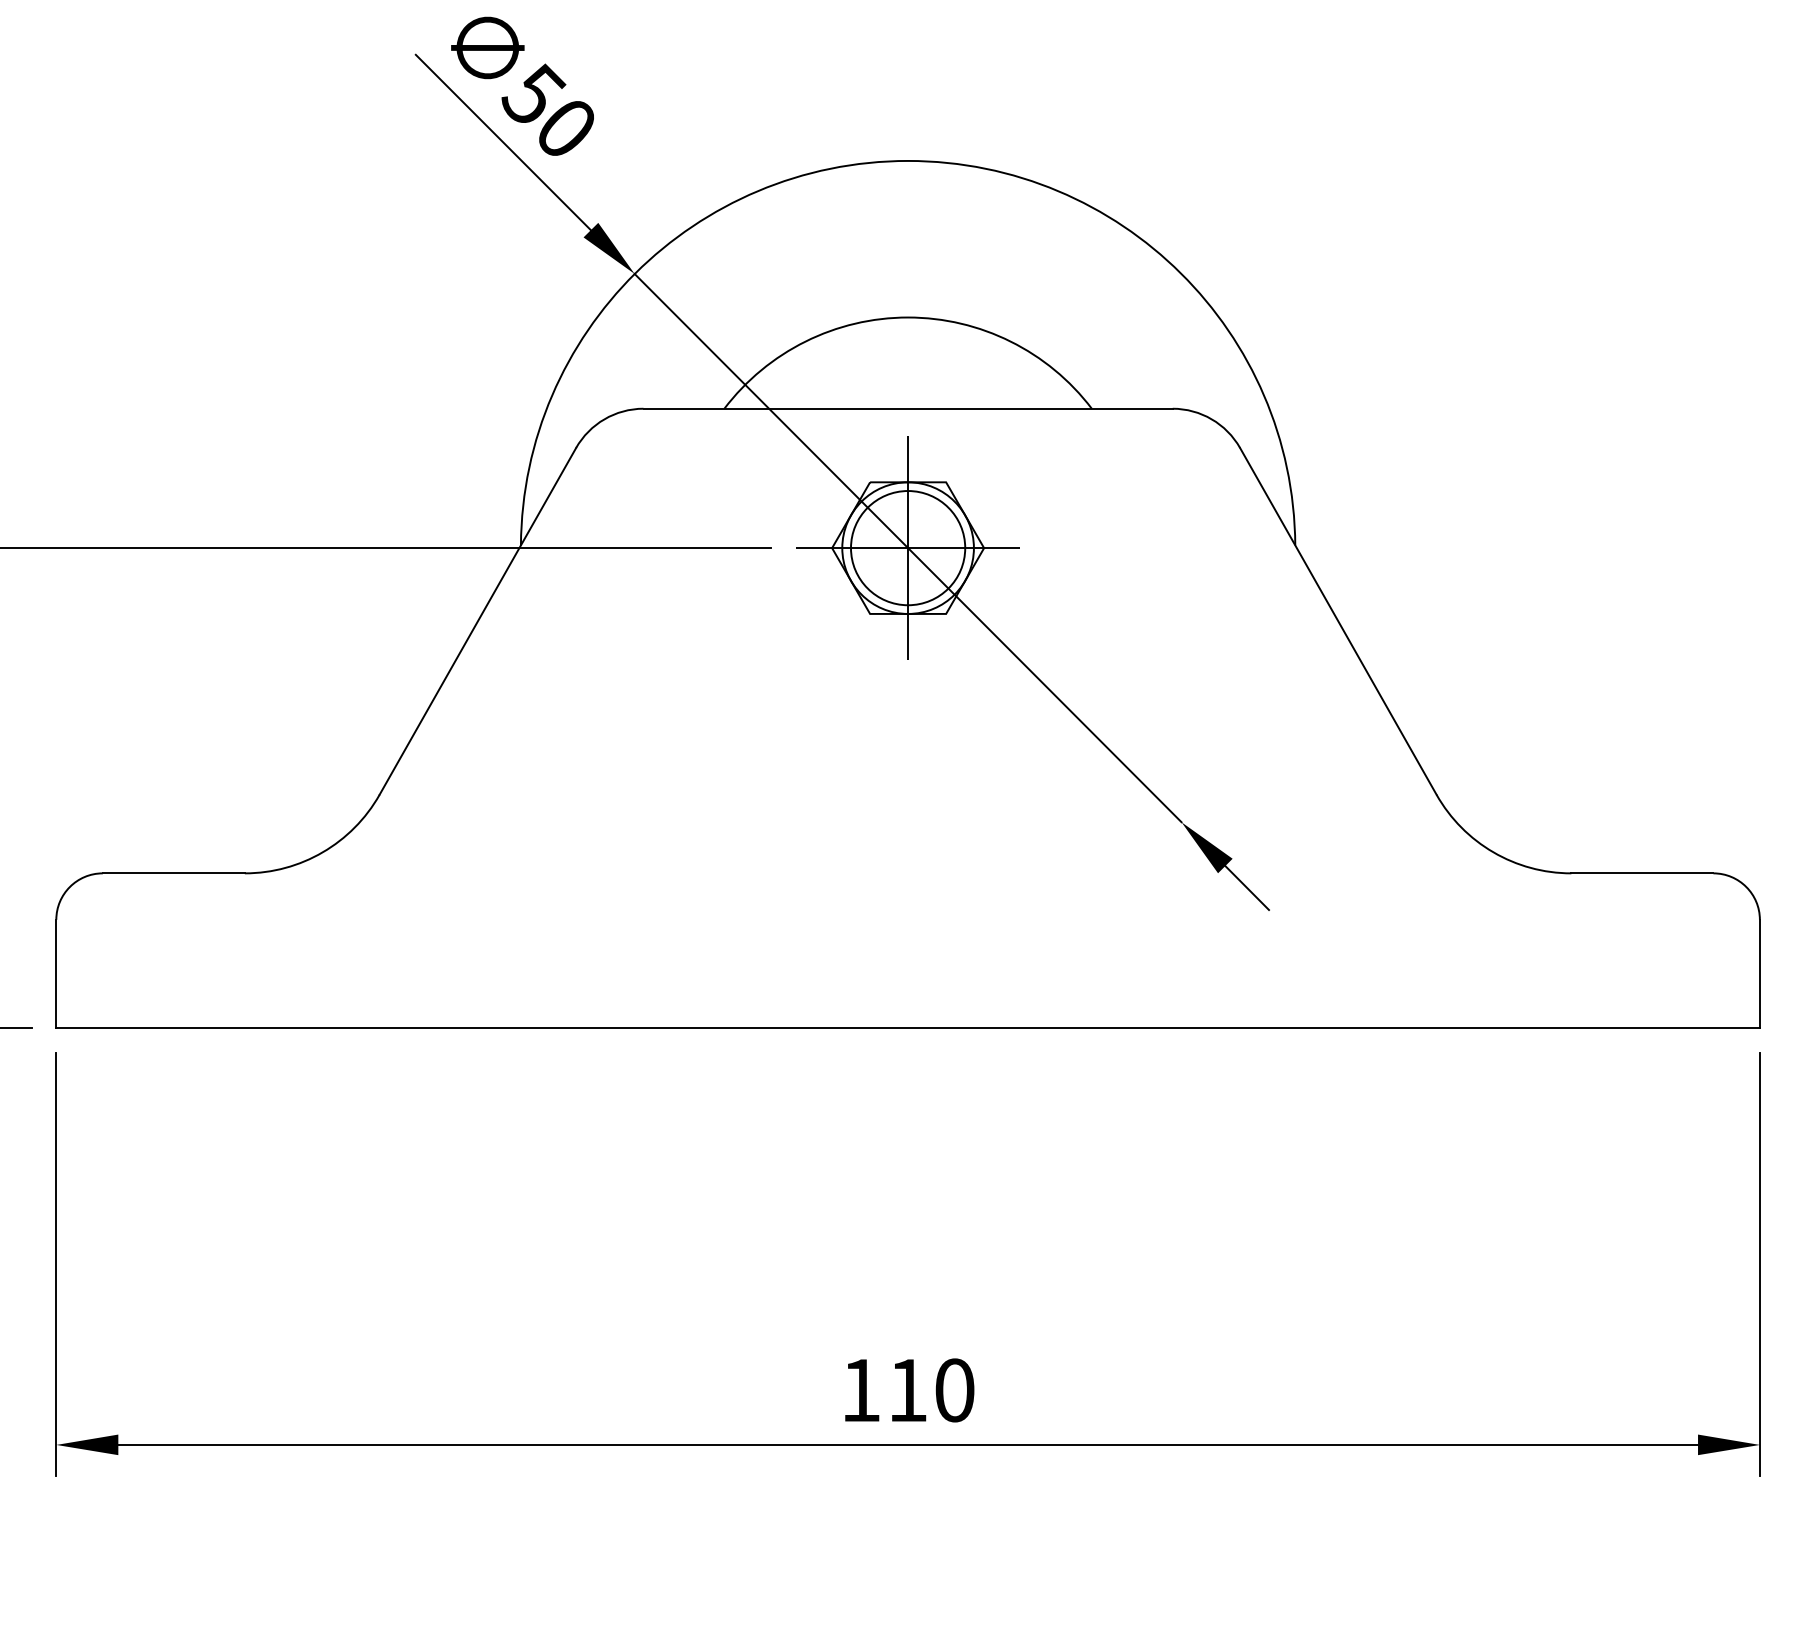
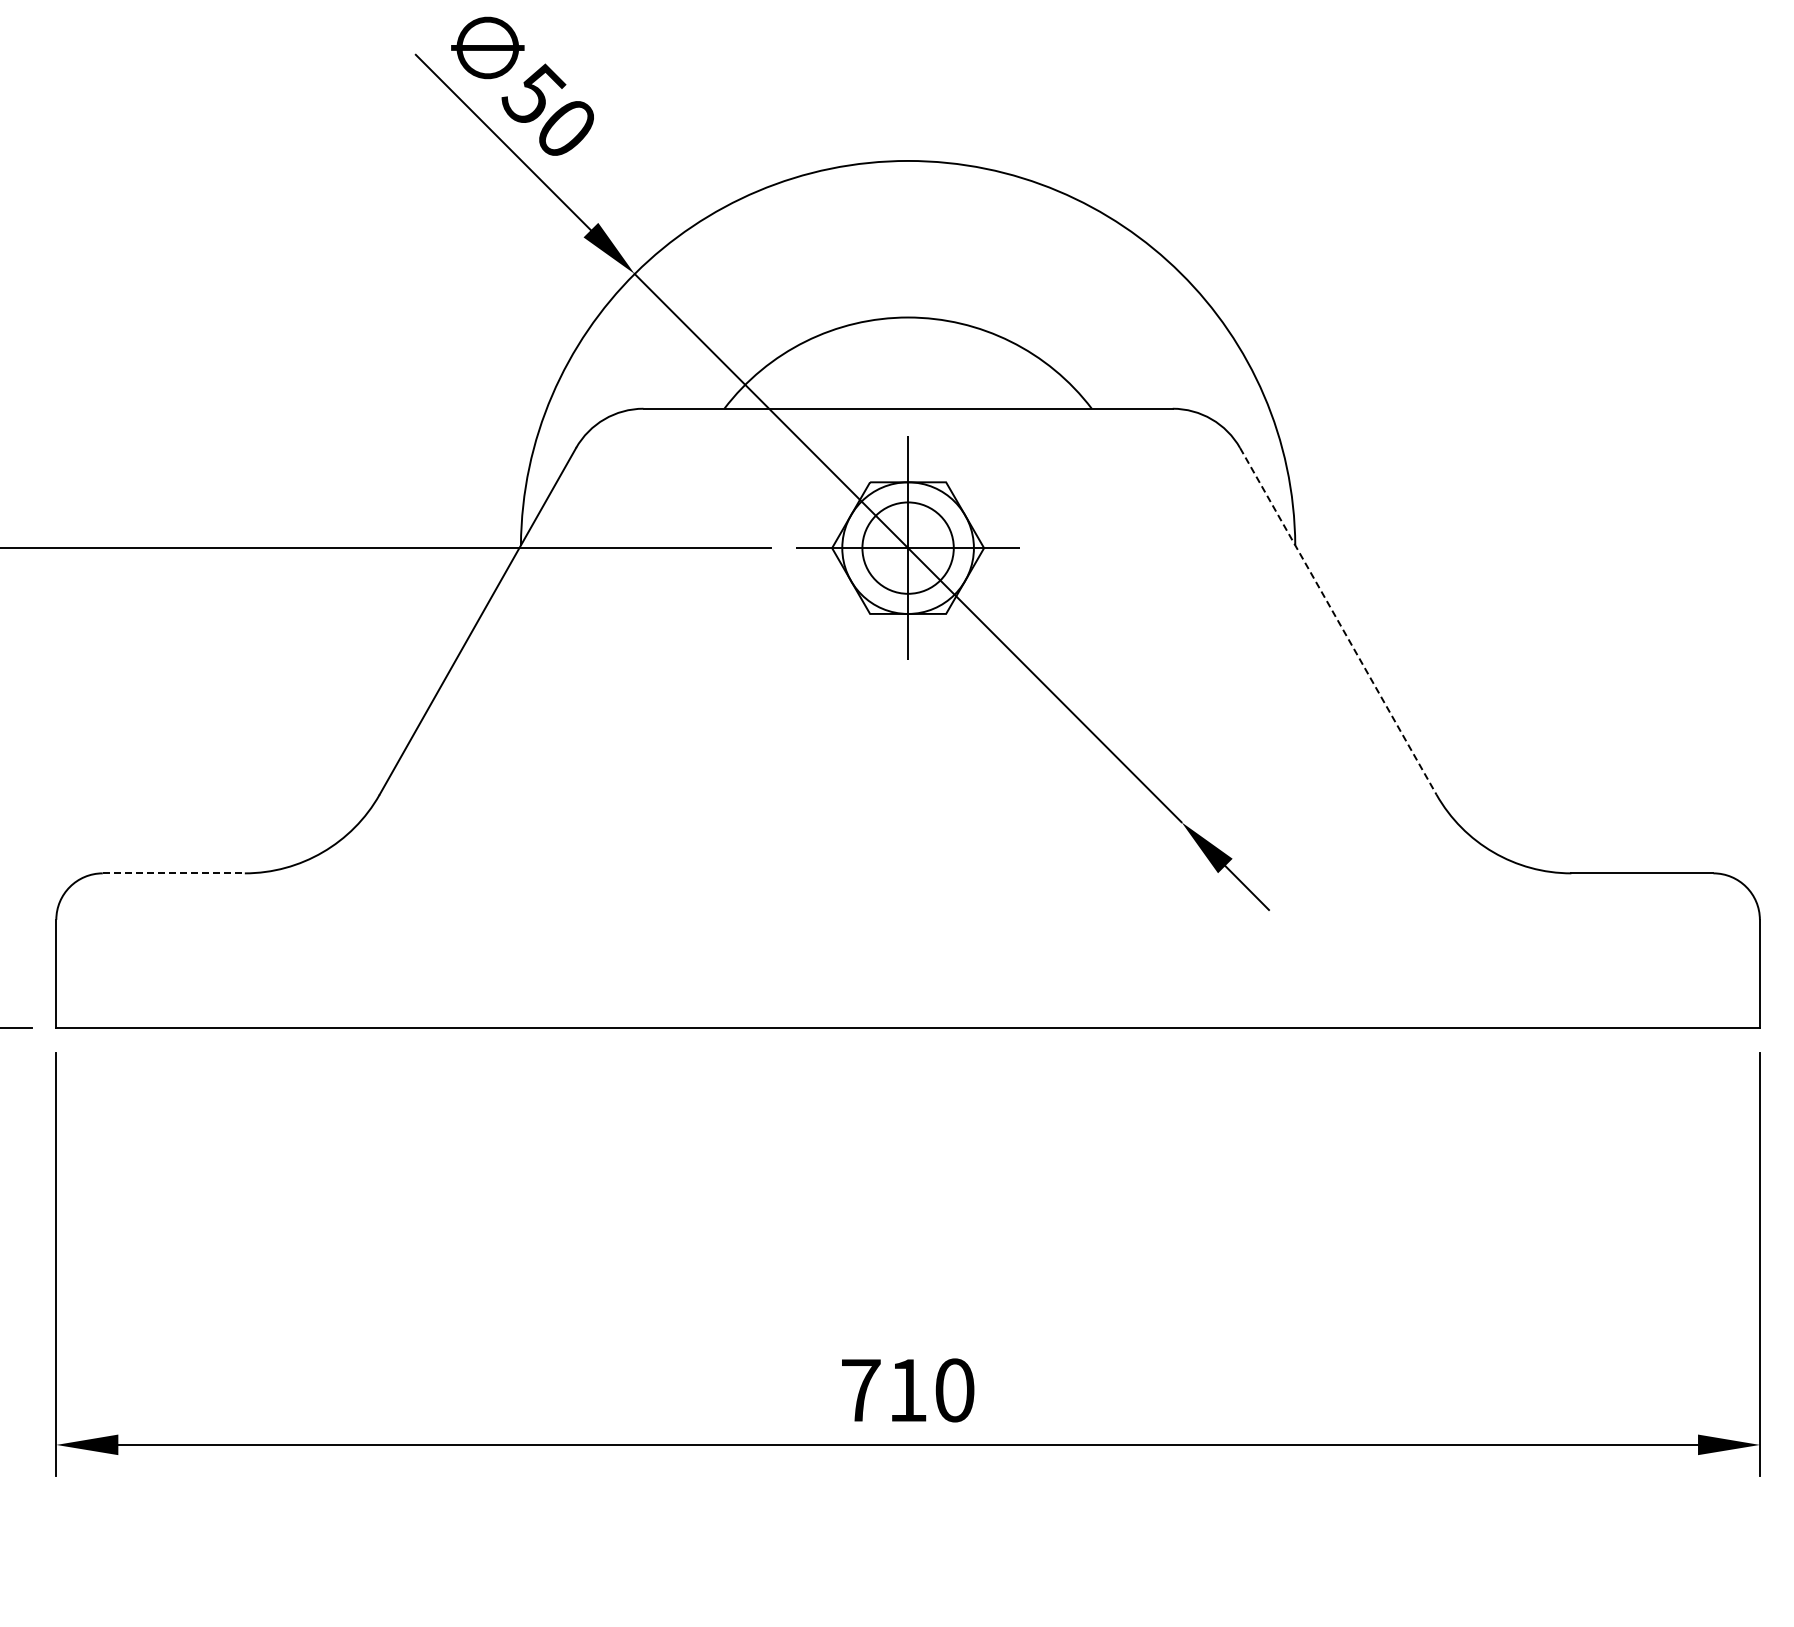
circle at (908, 548) diameter: 114 px -> 91 px
line at (1338, 621): solid -> dashed
line at (174, 873): solid -> dashed
text at (861, 1390): 110 -> 710
